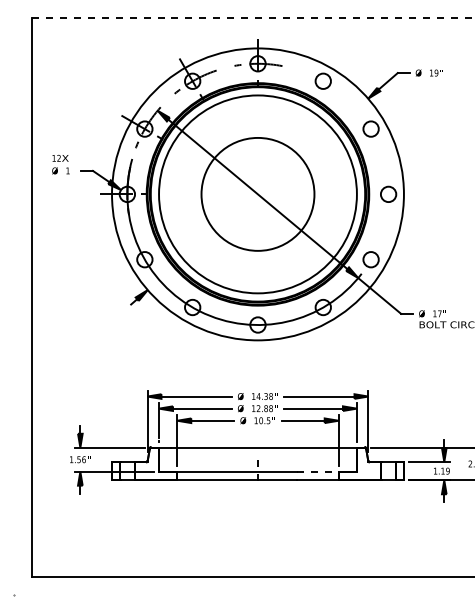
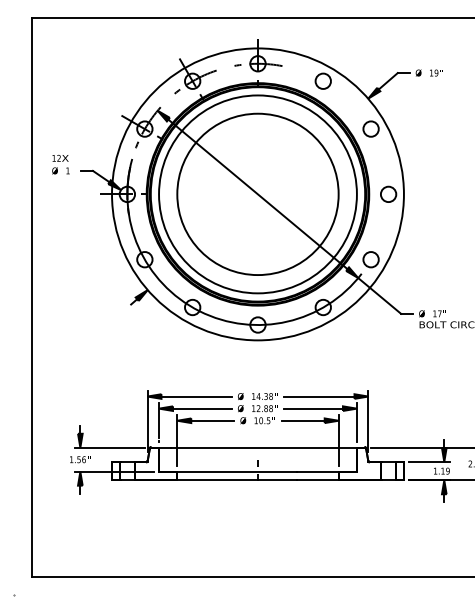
line at (253, 18): dashed -> solid
circle at (257, 193) diameter: 113 px -> 161 px
line at (317, 471): dashed -> solid
